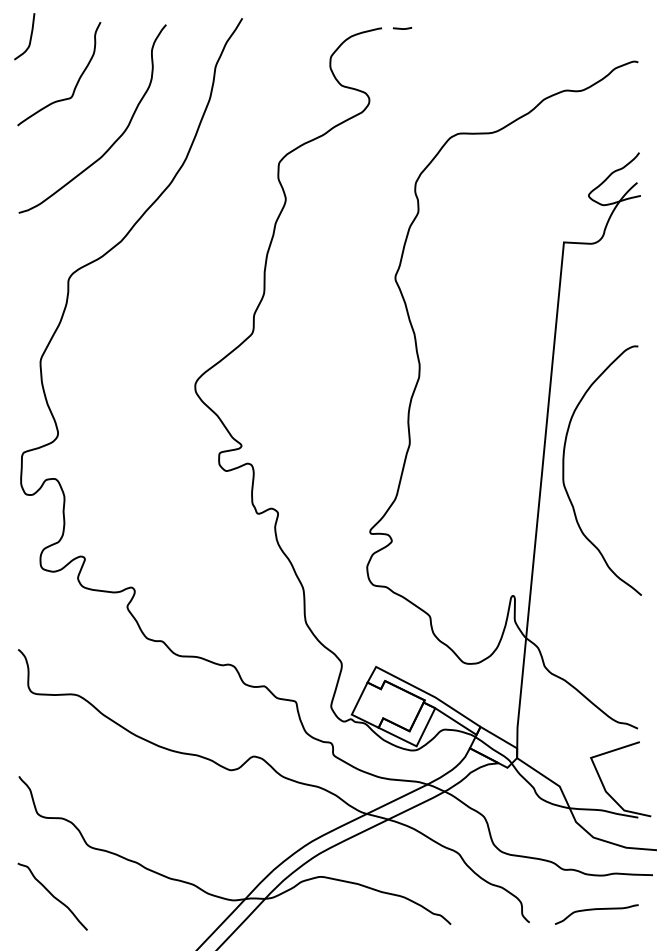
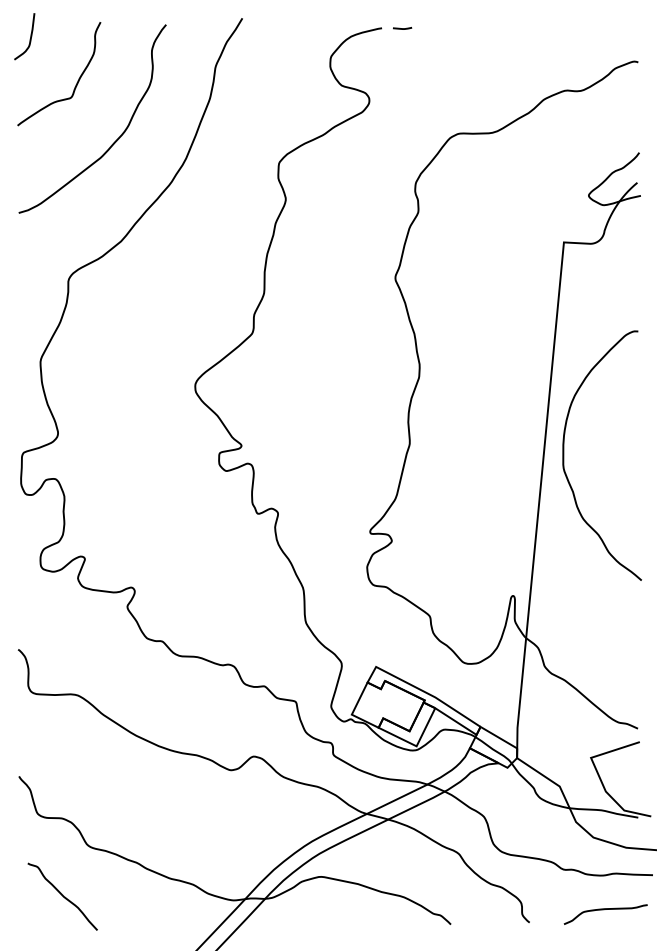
curve at (564, 470) position: (564, 470) -> (564, 455)
curve at (52, 896) position: (52, 896) -> (62, 896)
curve at (595, 910) position: (595, 910) -> (604, 910)
